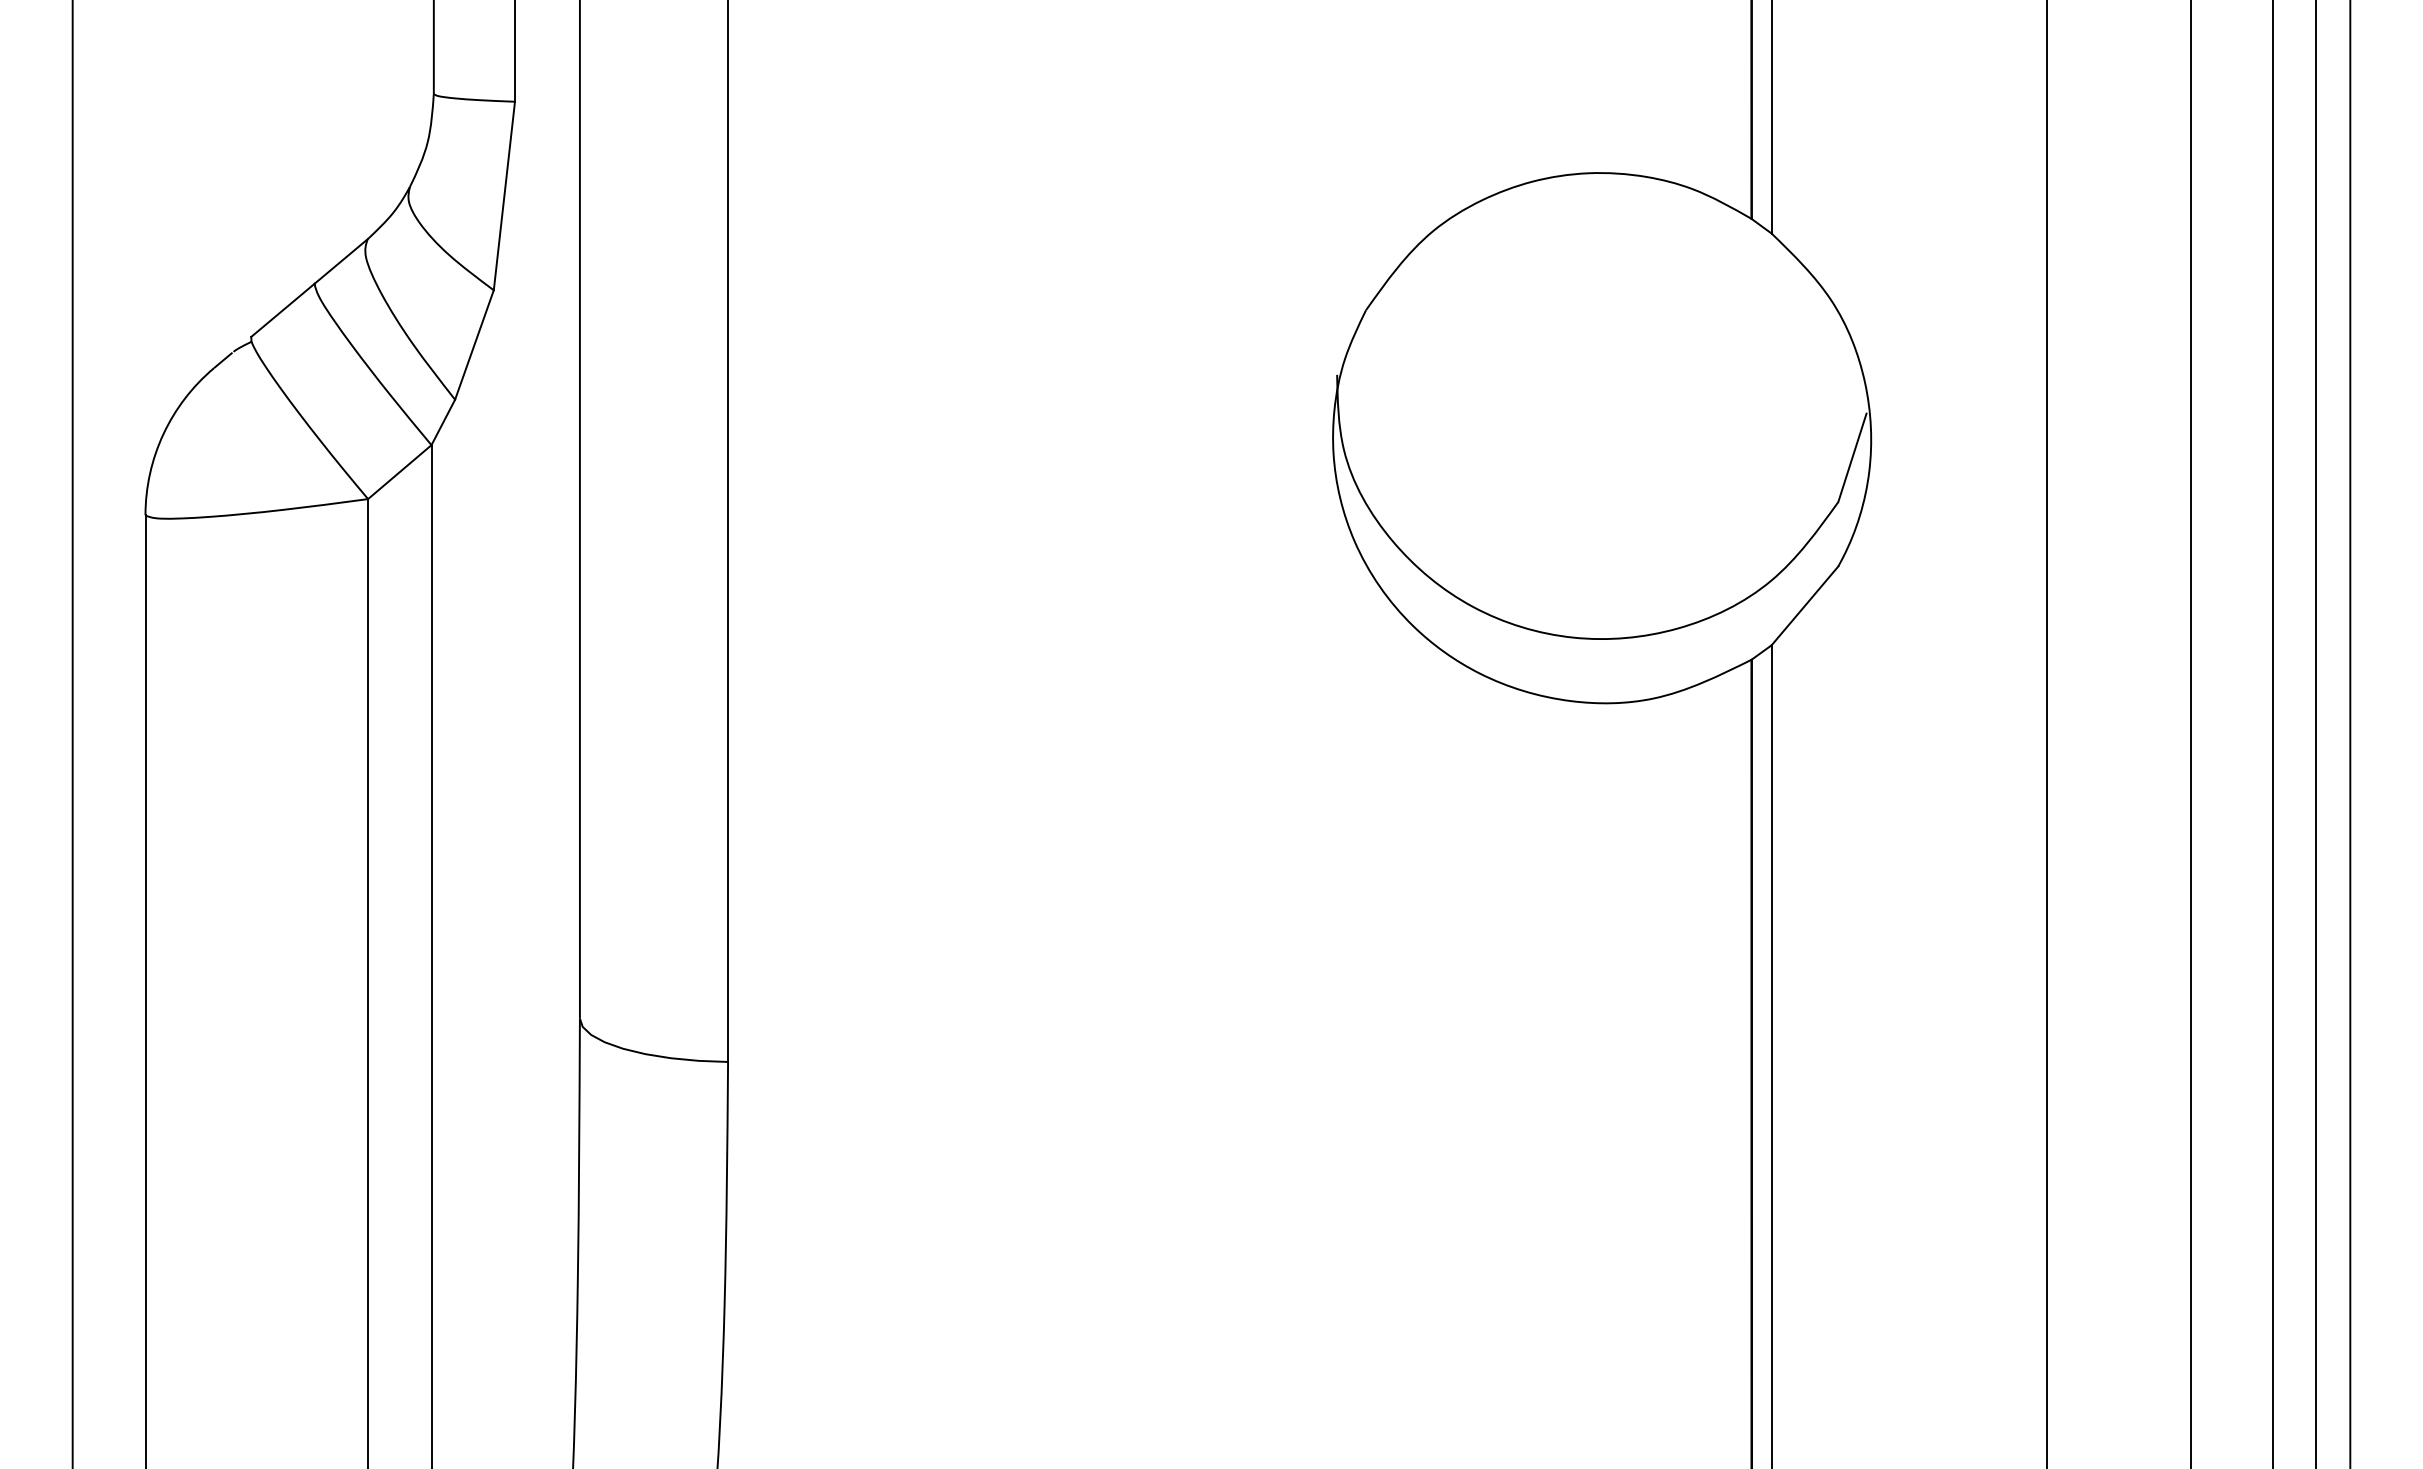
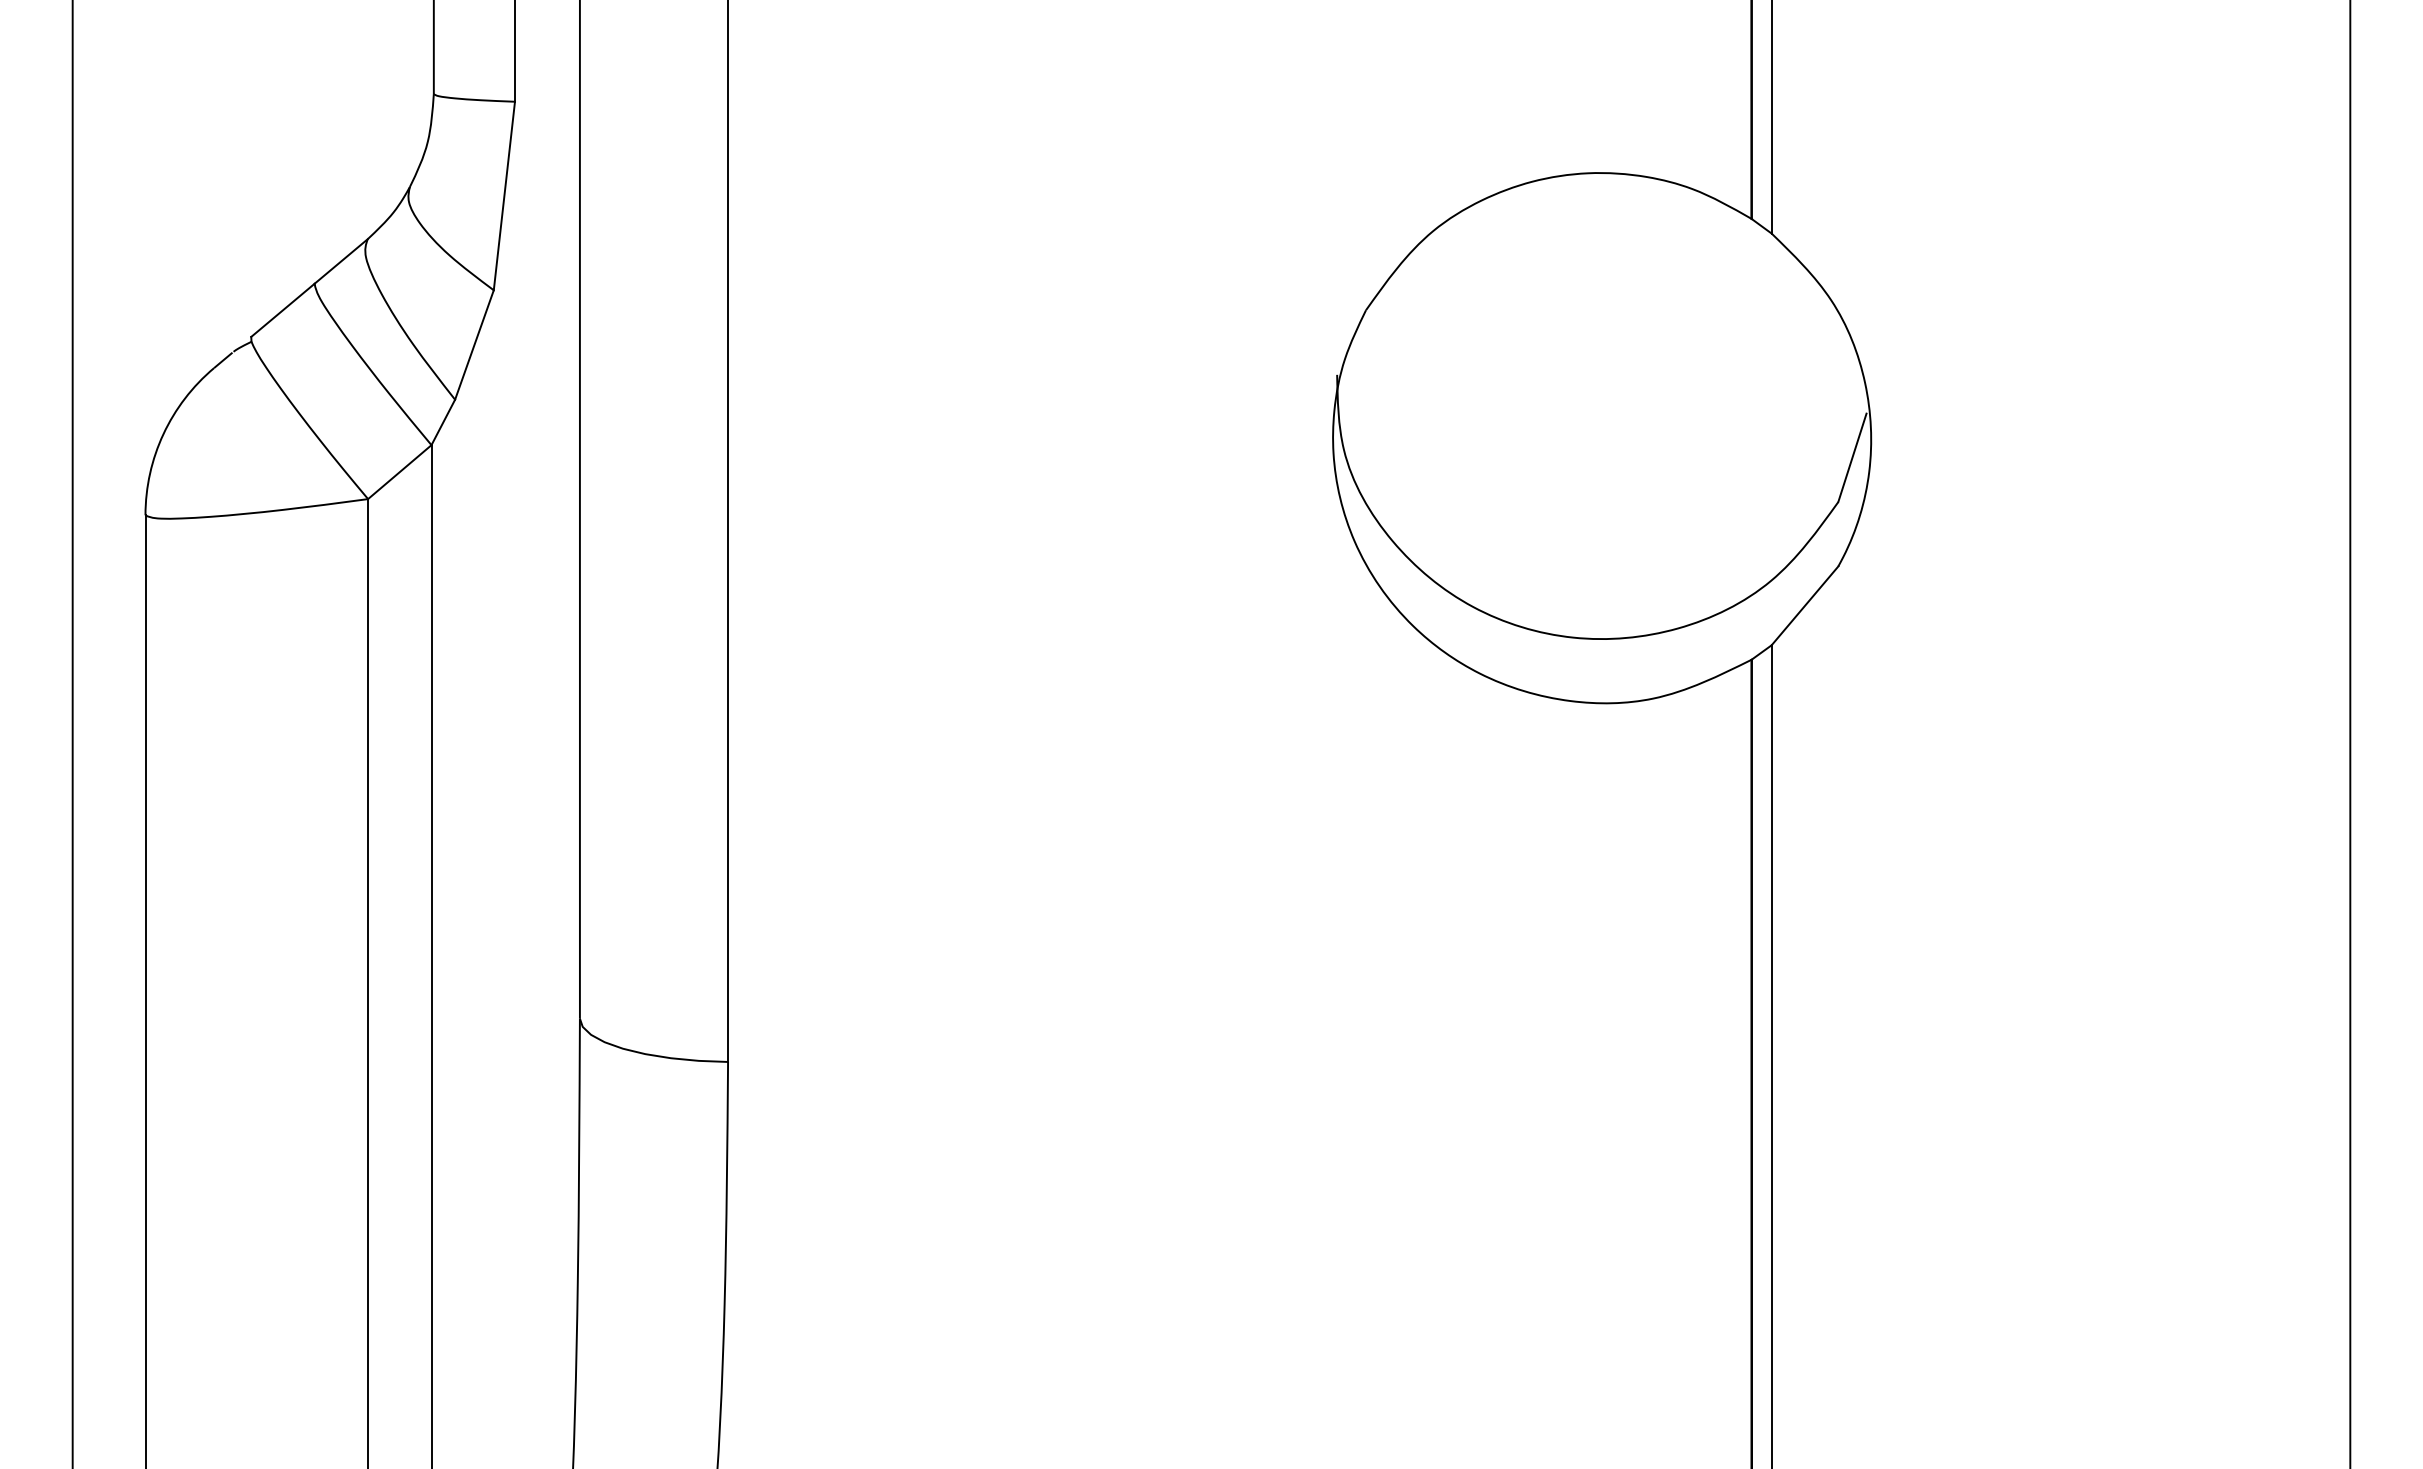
line at (2046, 733): present -> none
line at (2190, 733): present -> none
line at (2273, 733): present -> none
line at (2316, 733): present -> none
